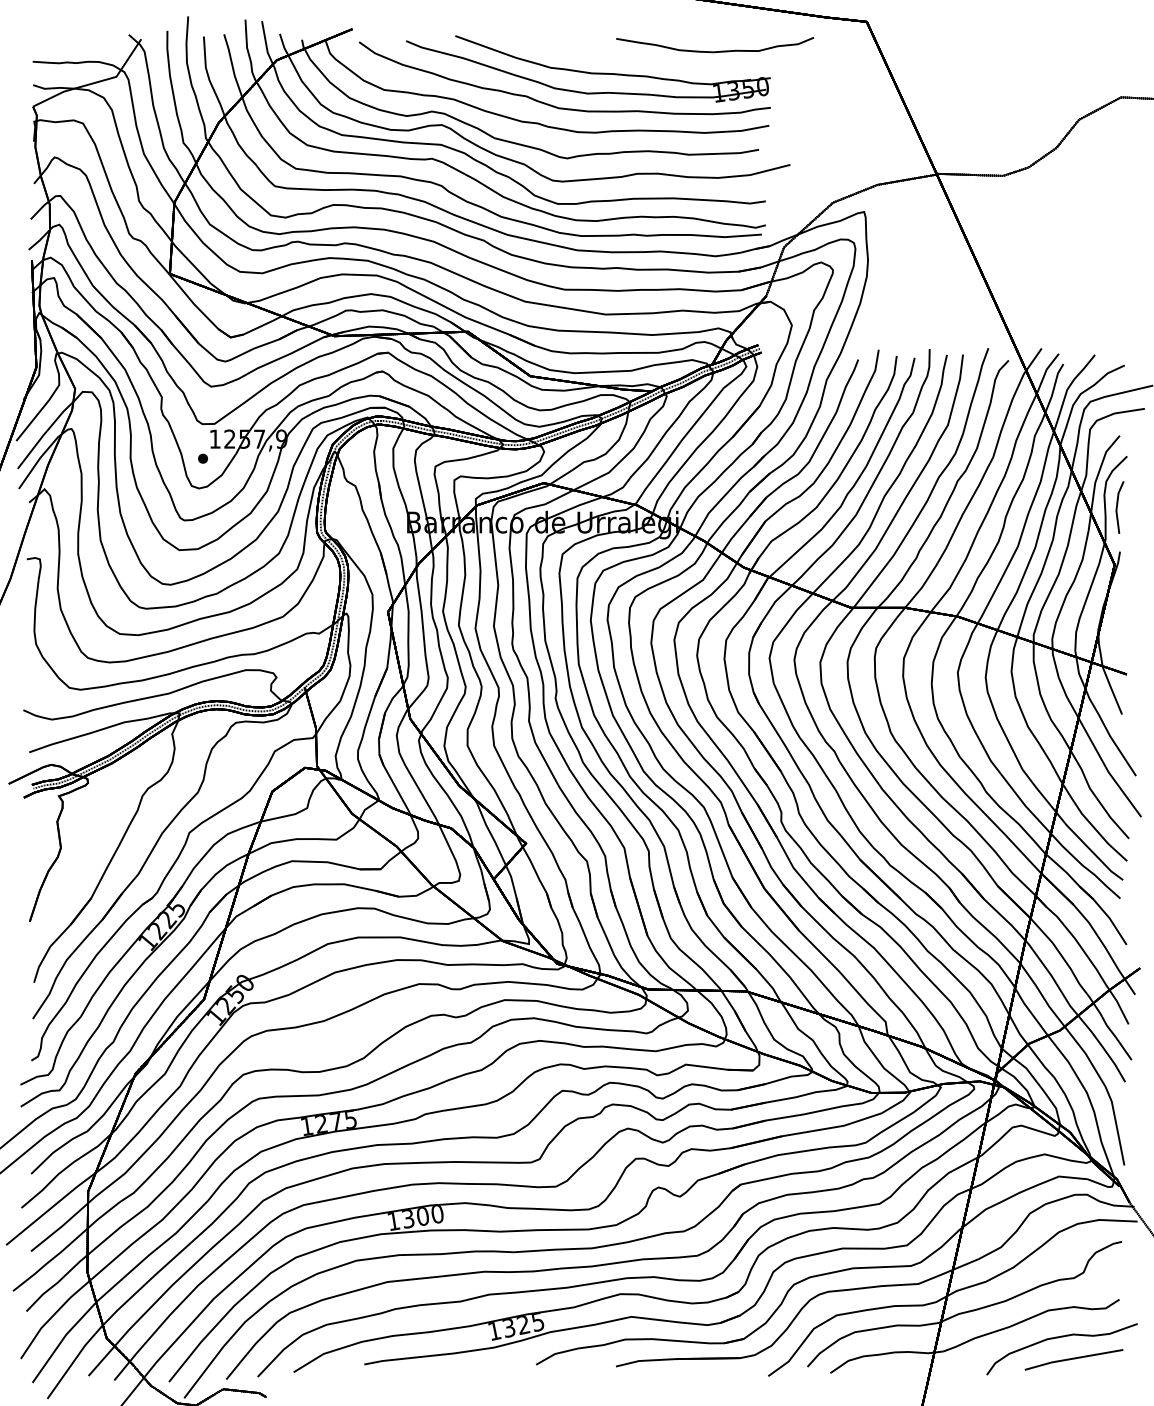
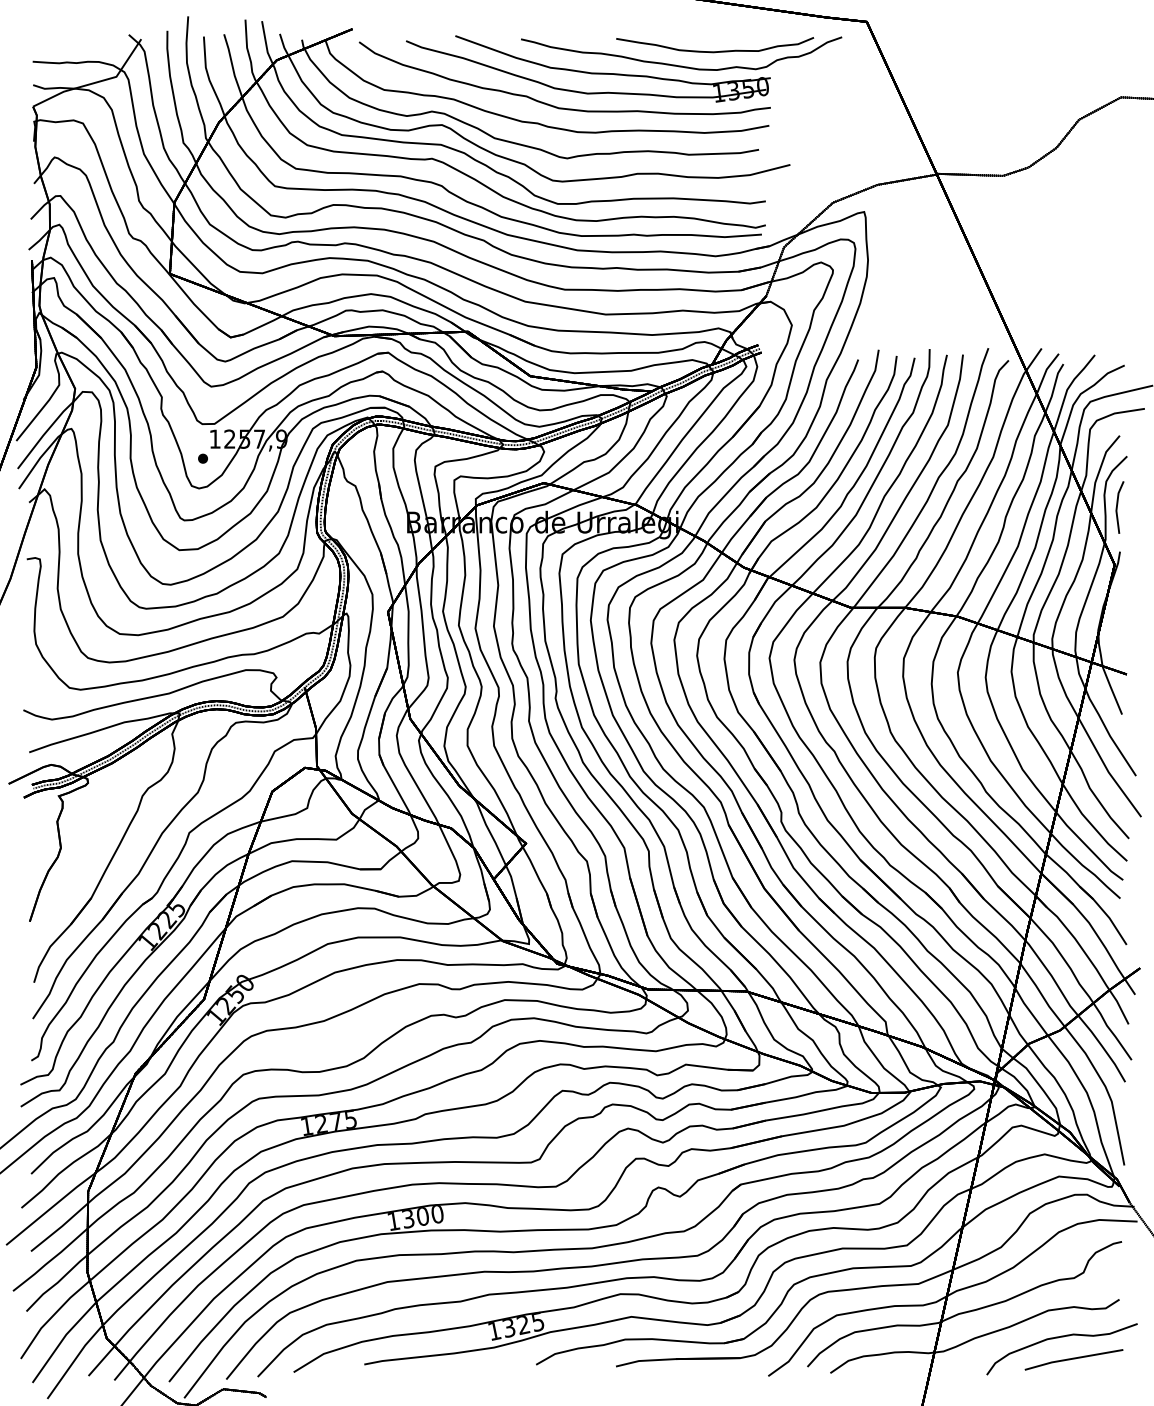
part at (681, 65): none -> present
